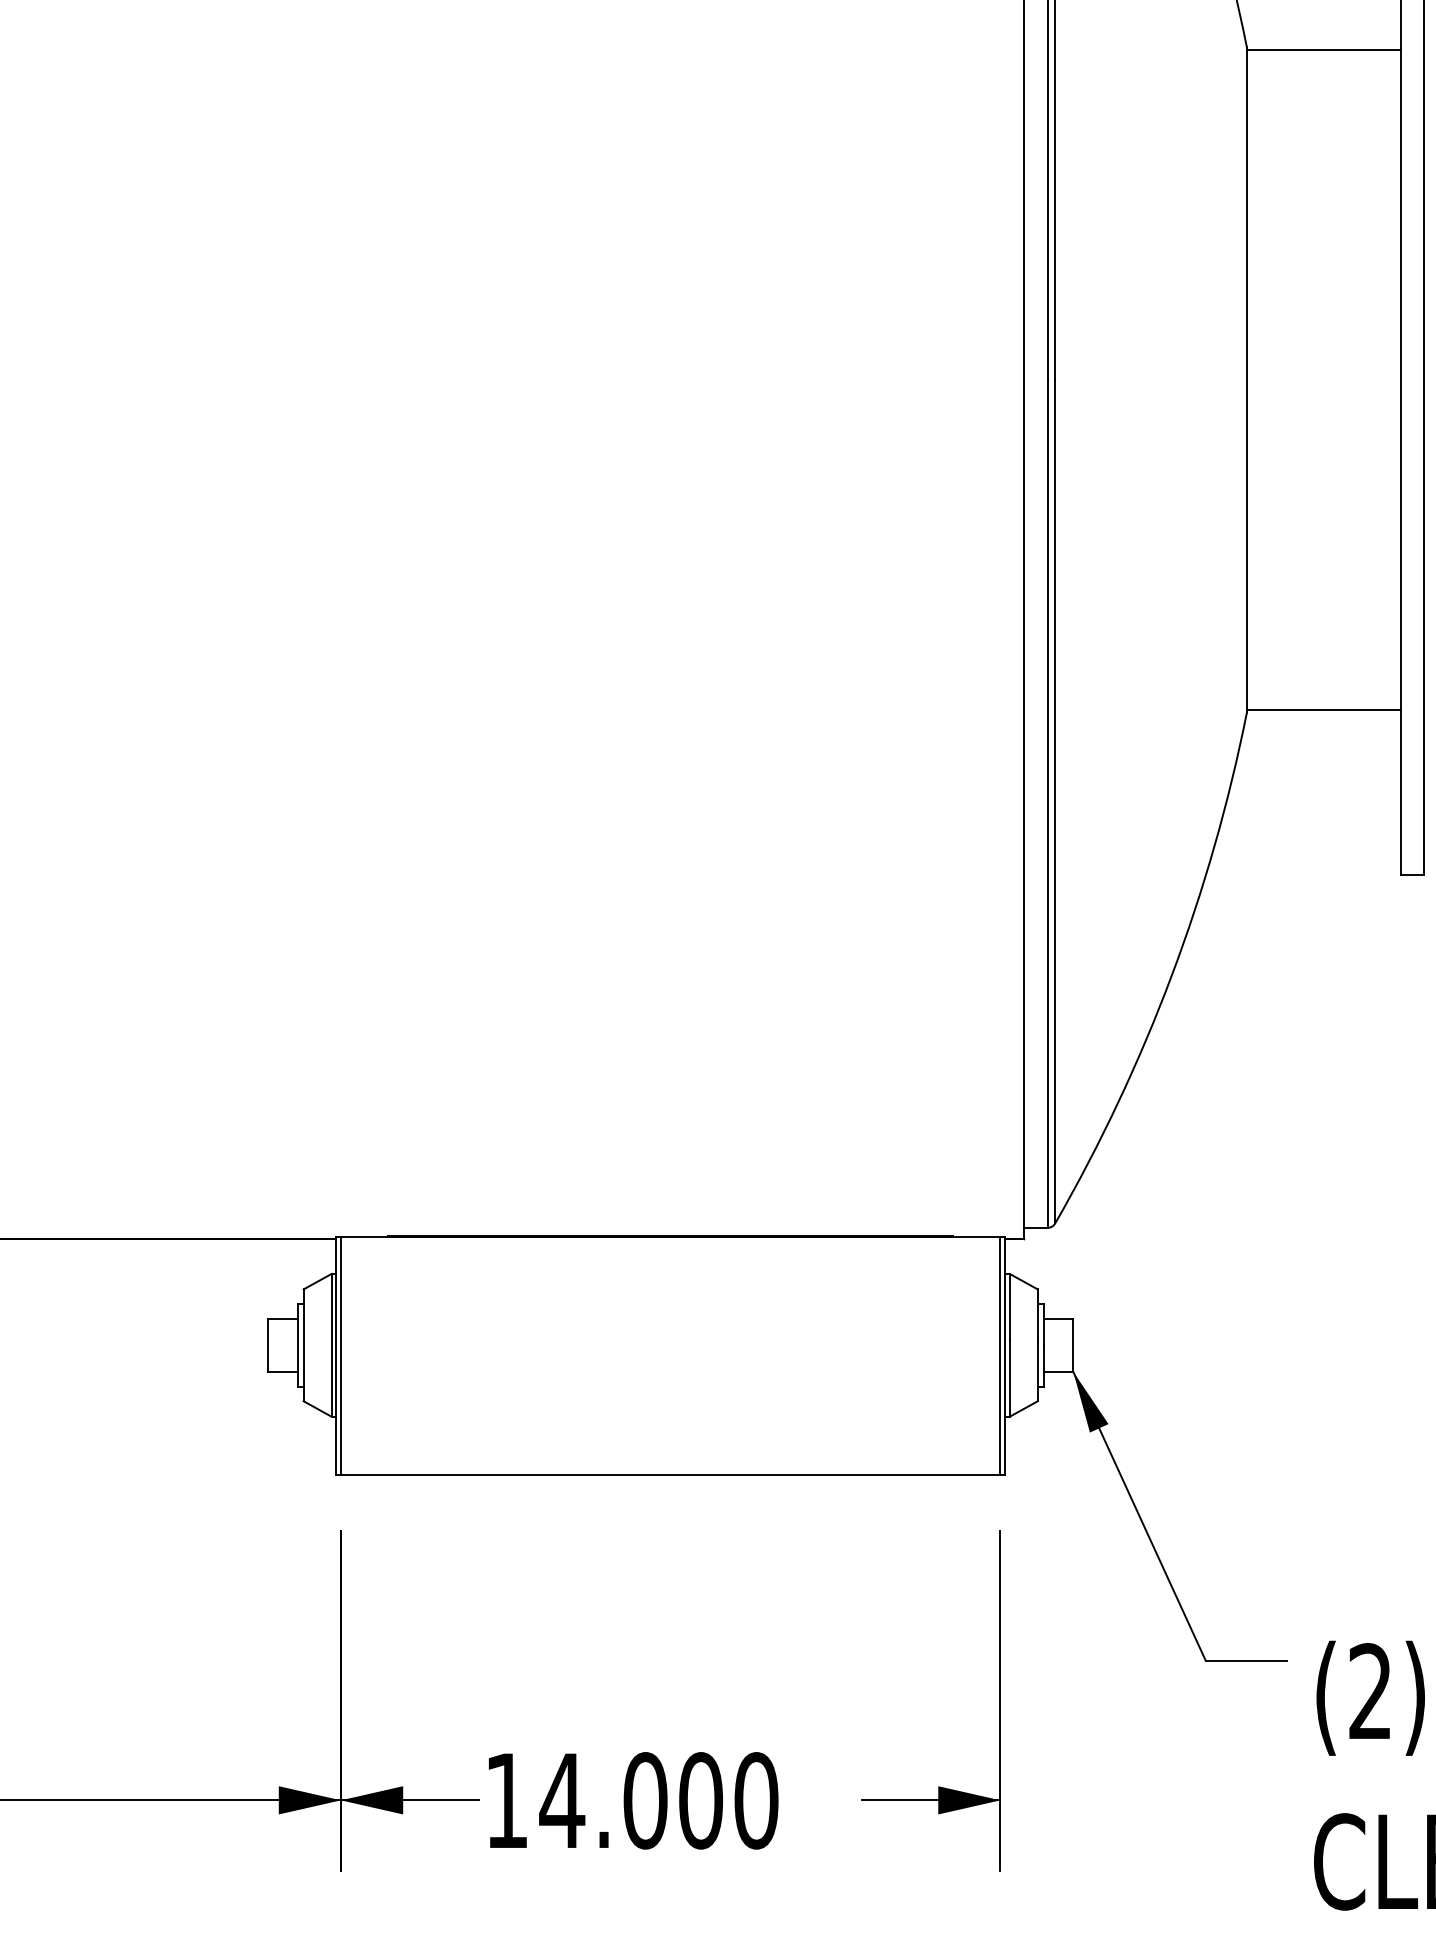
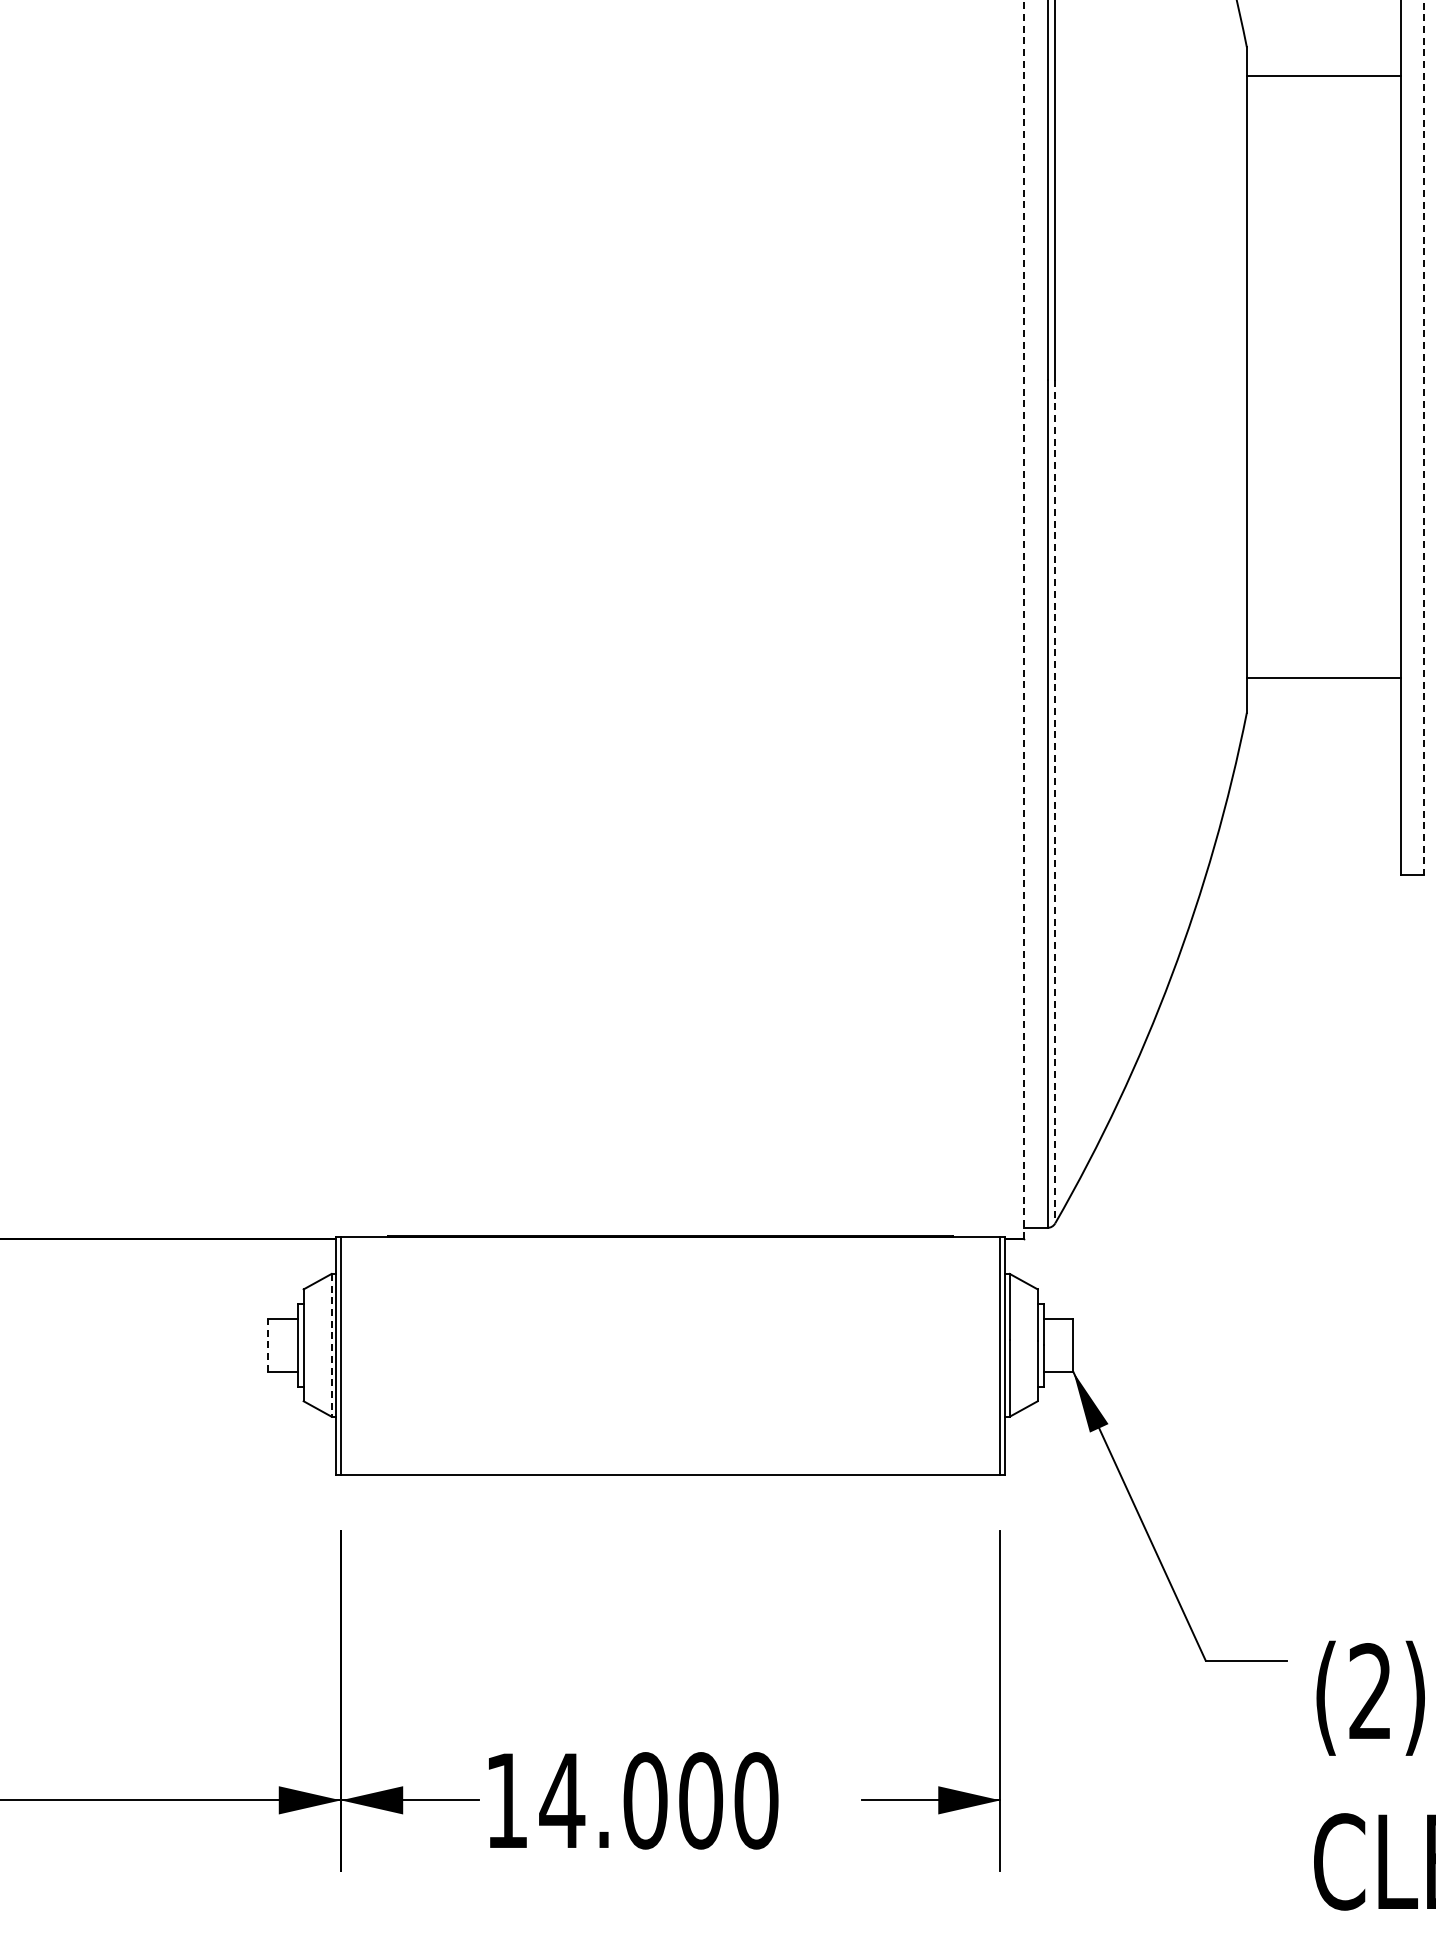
line at (1323, 50) position: (1323, 50) -> (1323, 76)
line at (1424, 437): solid -> dashed
line at (1023, 618): solid -> dashed
line at (1323, 709) position: (1323, 709) -> (1323, 677)
line at (1055, 801): solid -> dashed
line at (268, 1344): solid -> dashed
line at (331, 1345): solid -> dashed
